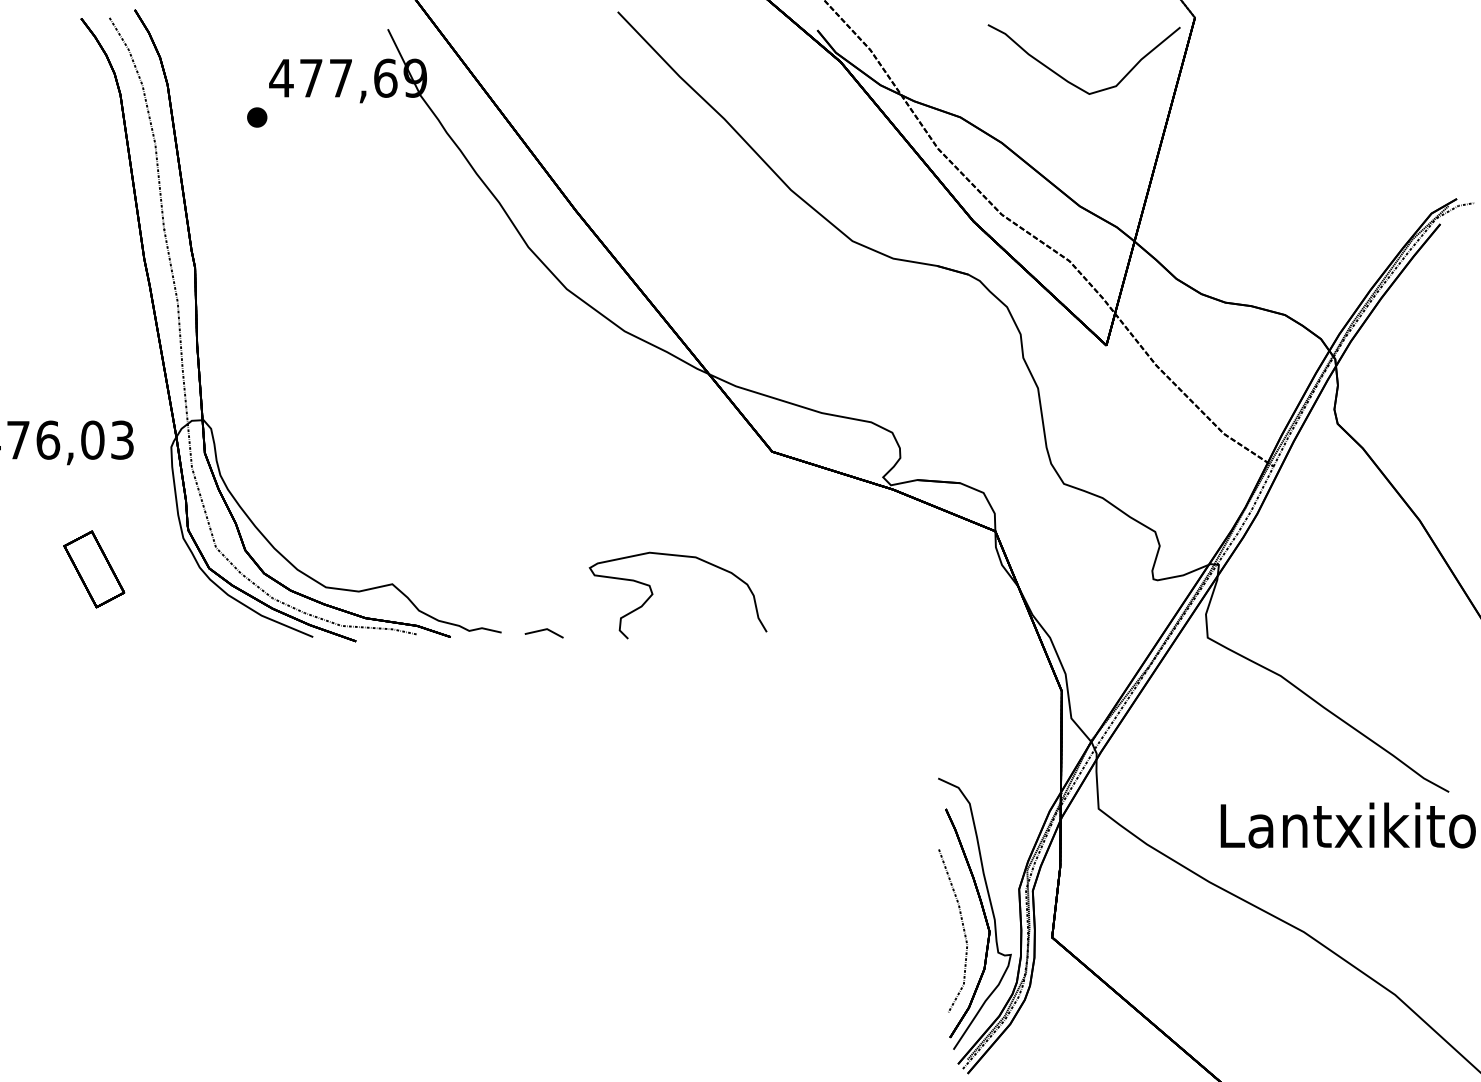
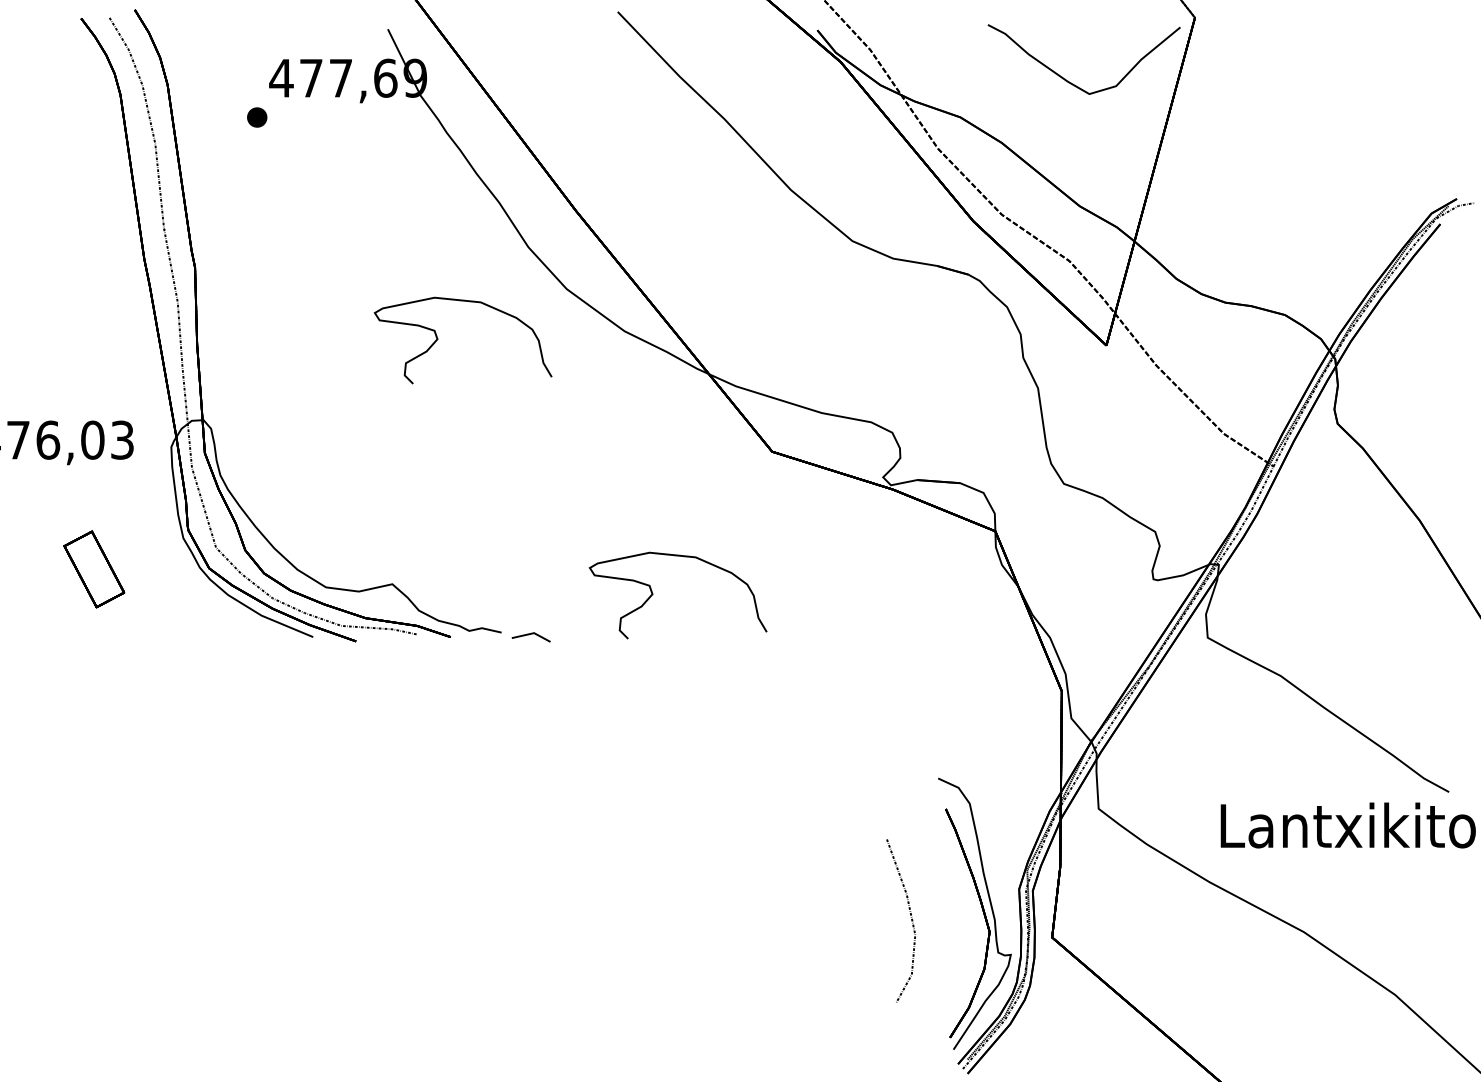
curve at (438, 339): none -> present
line at (542, 631) position: (542, 631) -> (529, 635)
line at (962, 927) position: (962, 927) -> (910, 917)
